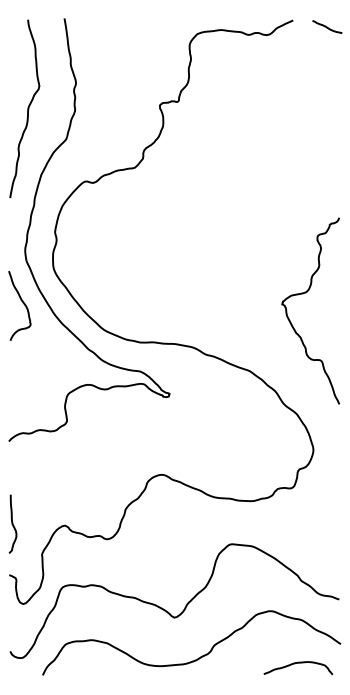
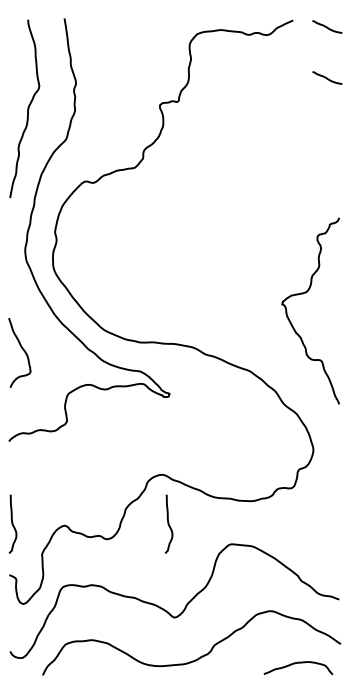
curve at (327, 77): none -> present
curve at (23, 304) position: (23, 304) -> (23, 351)
curve at (168, 523): none -> present
